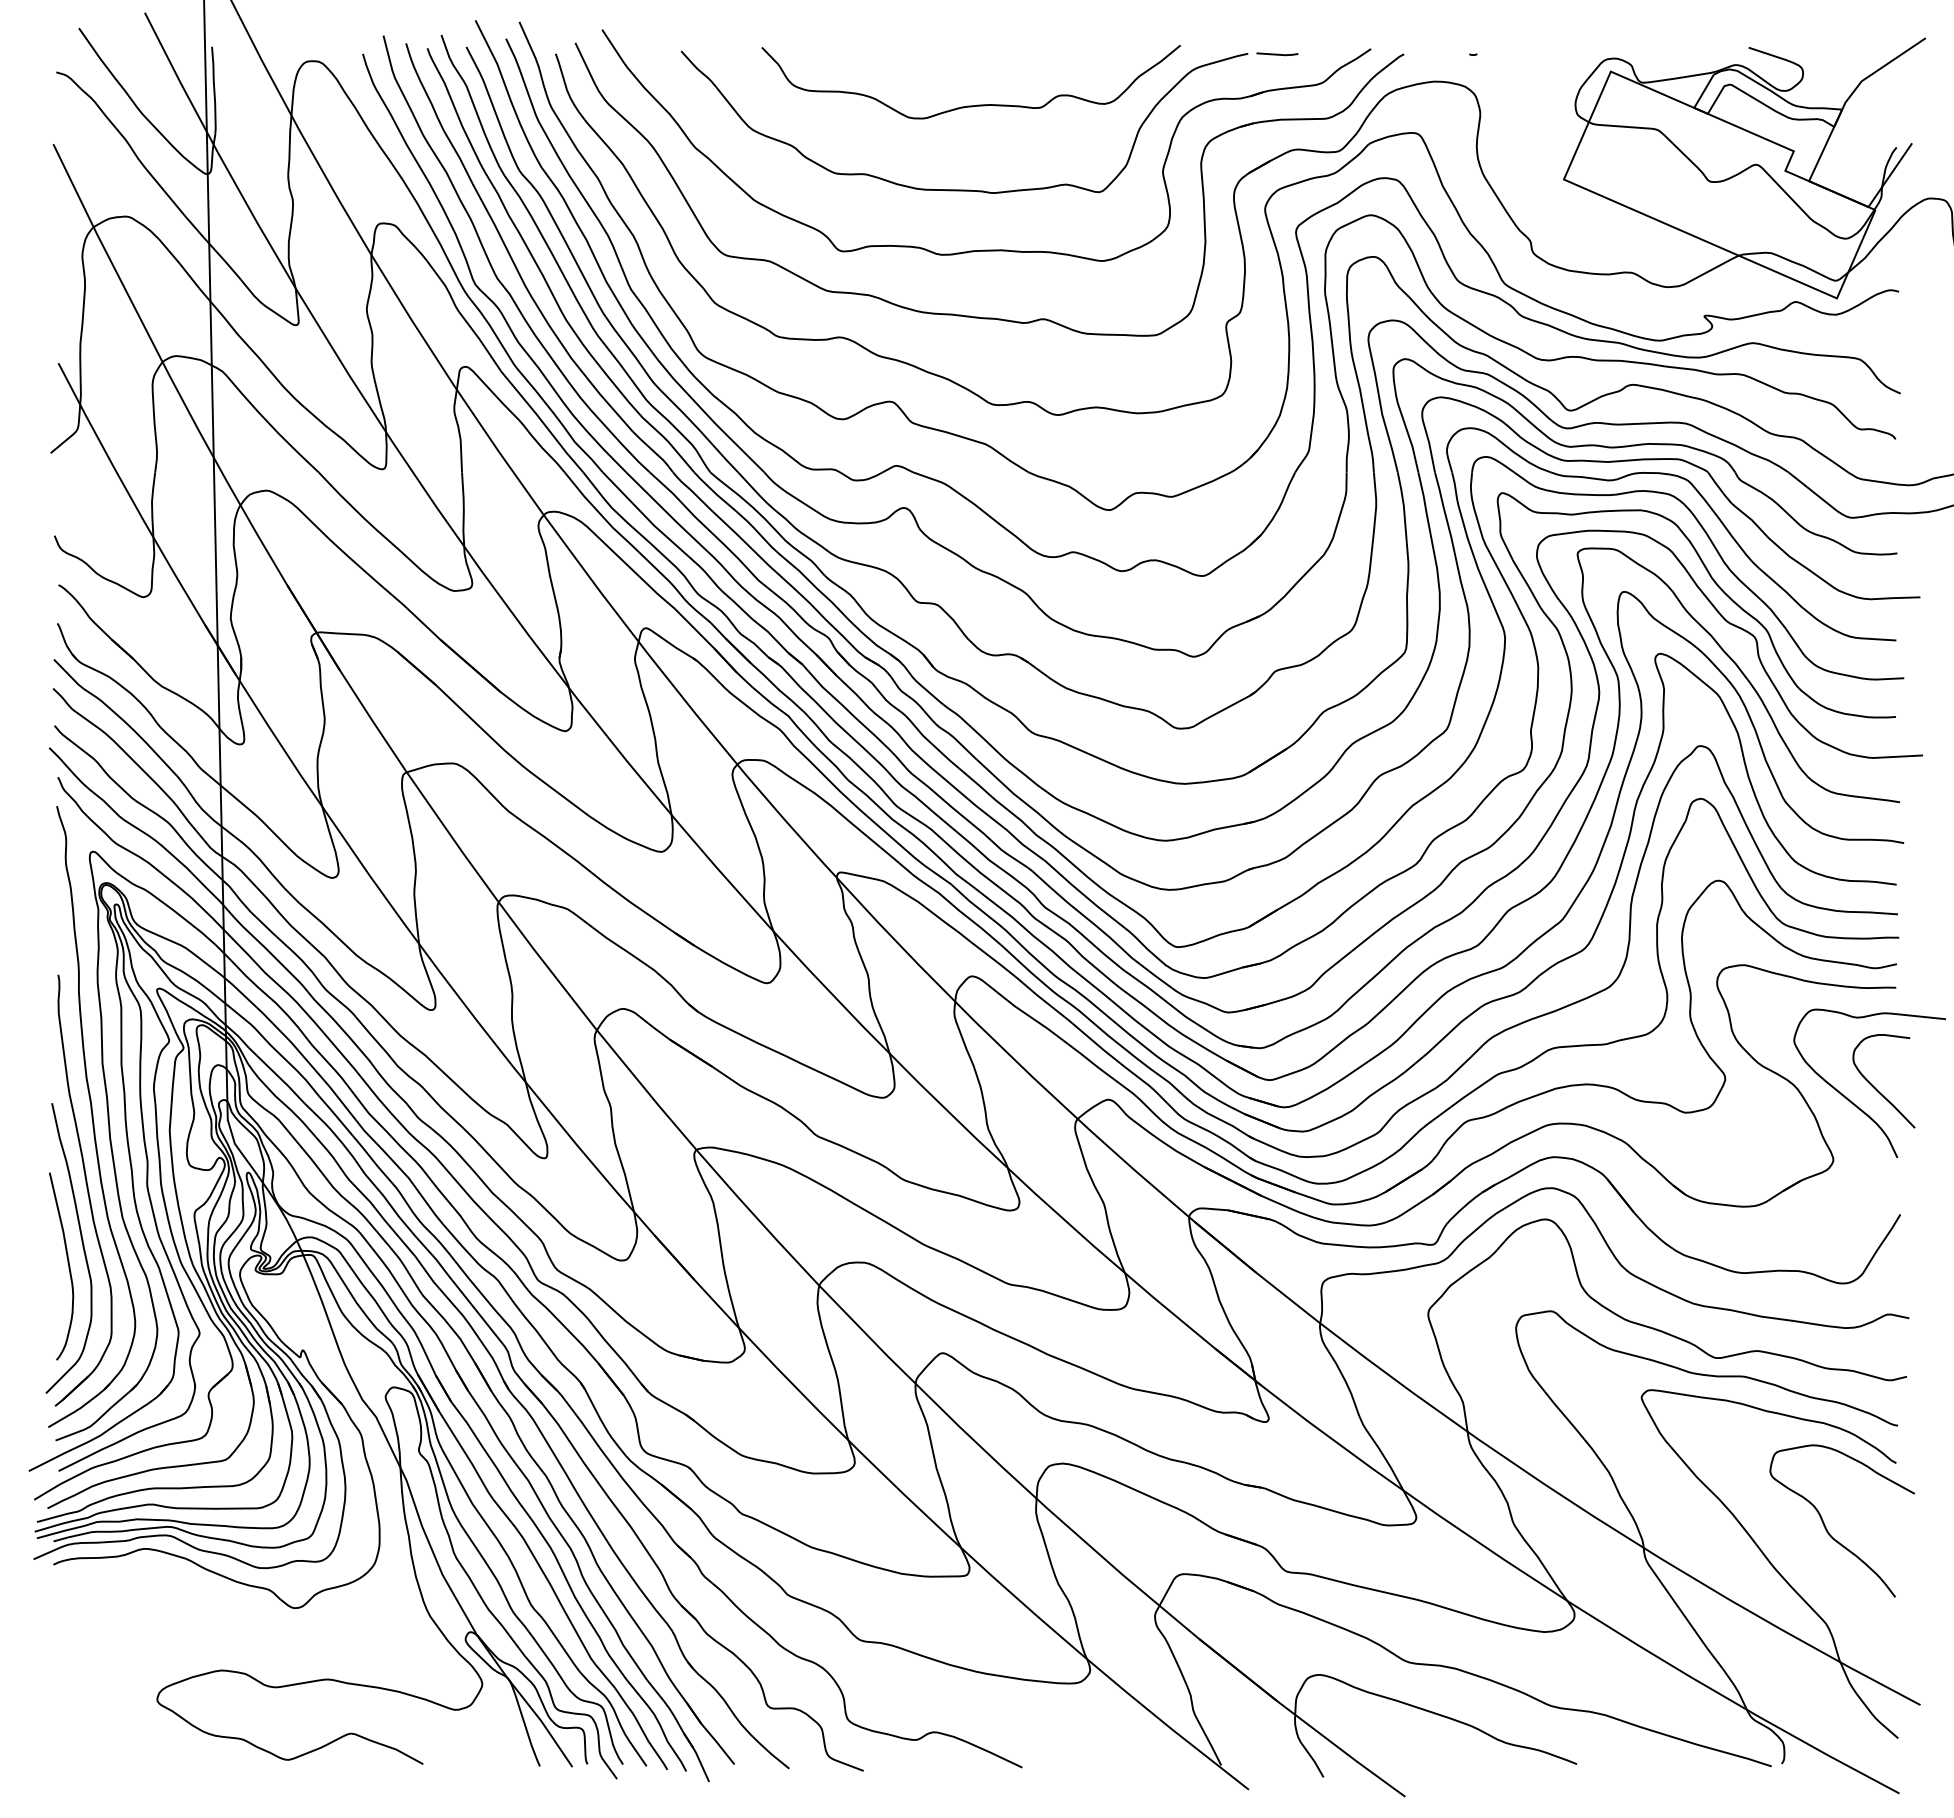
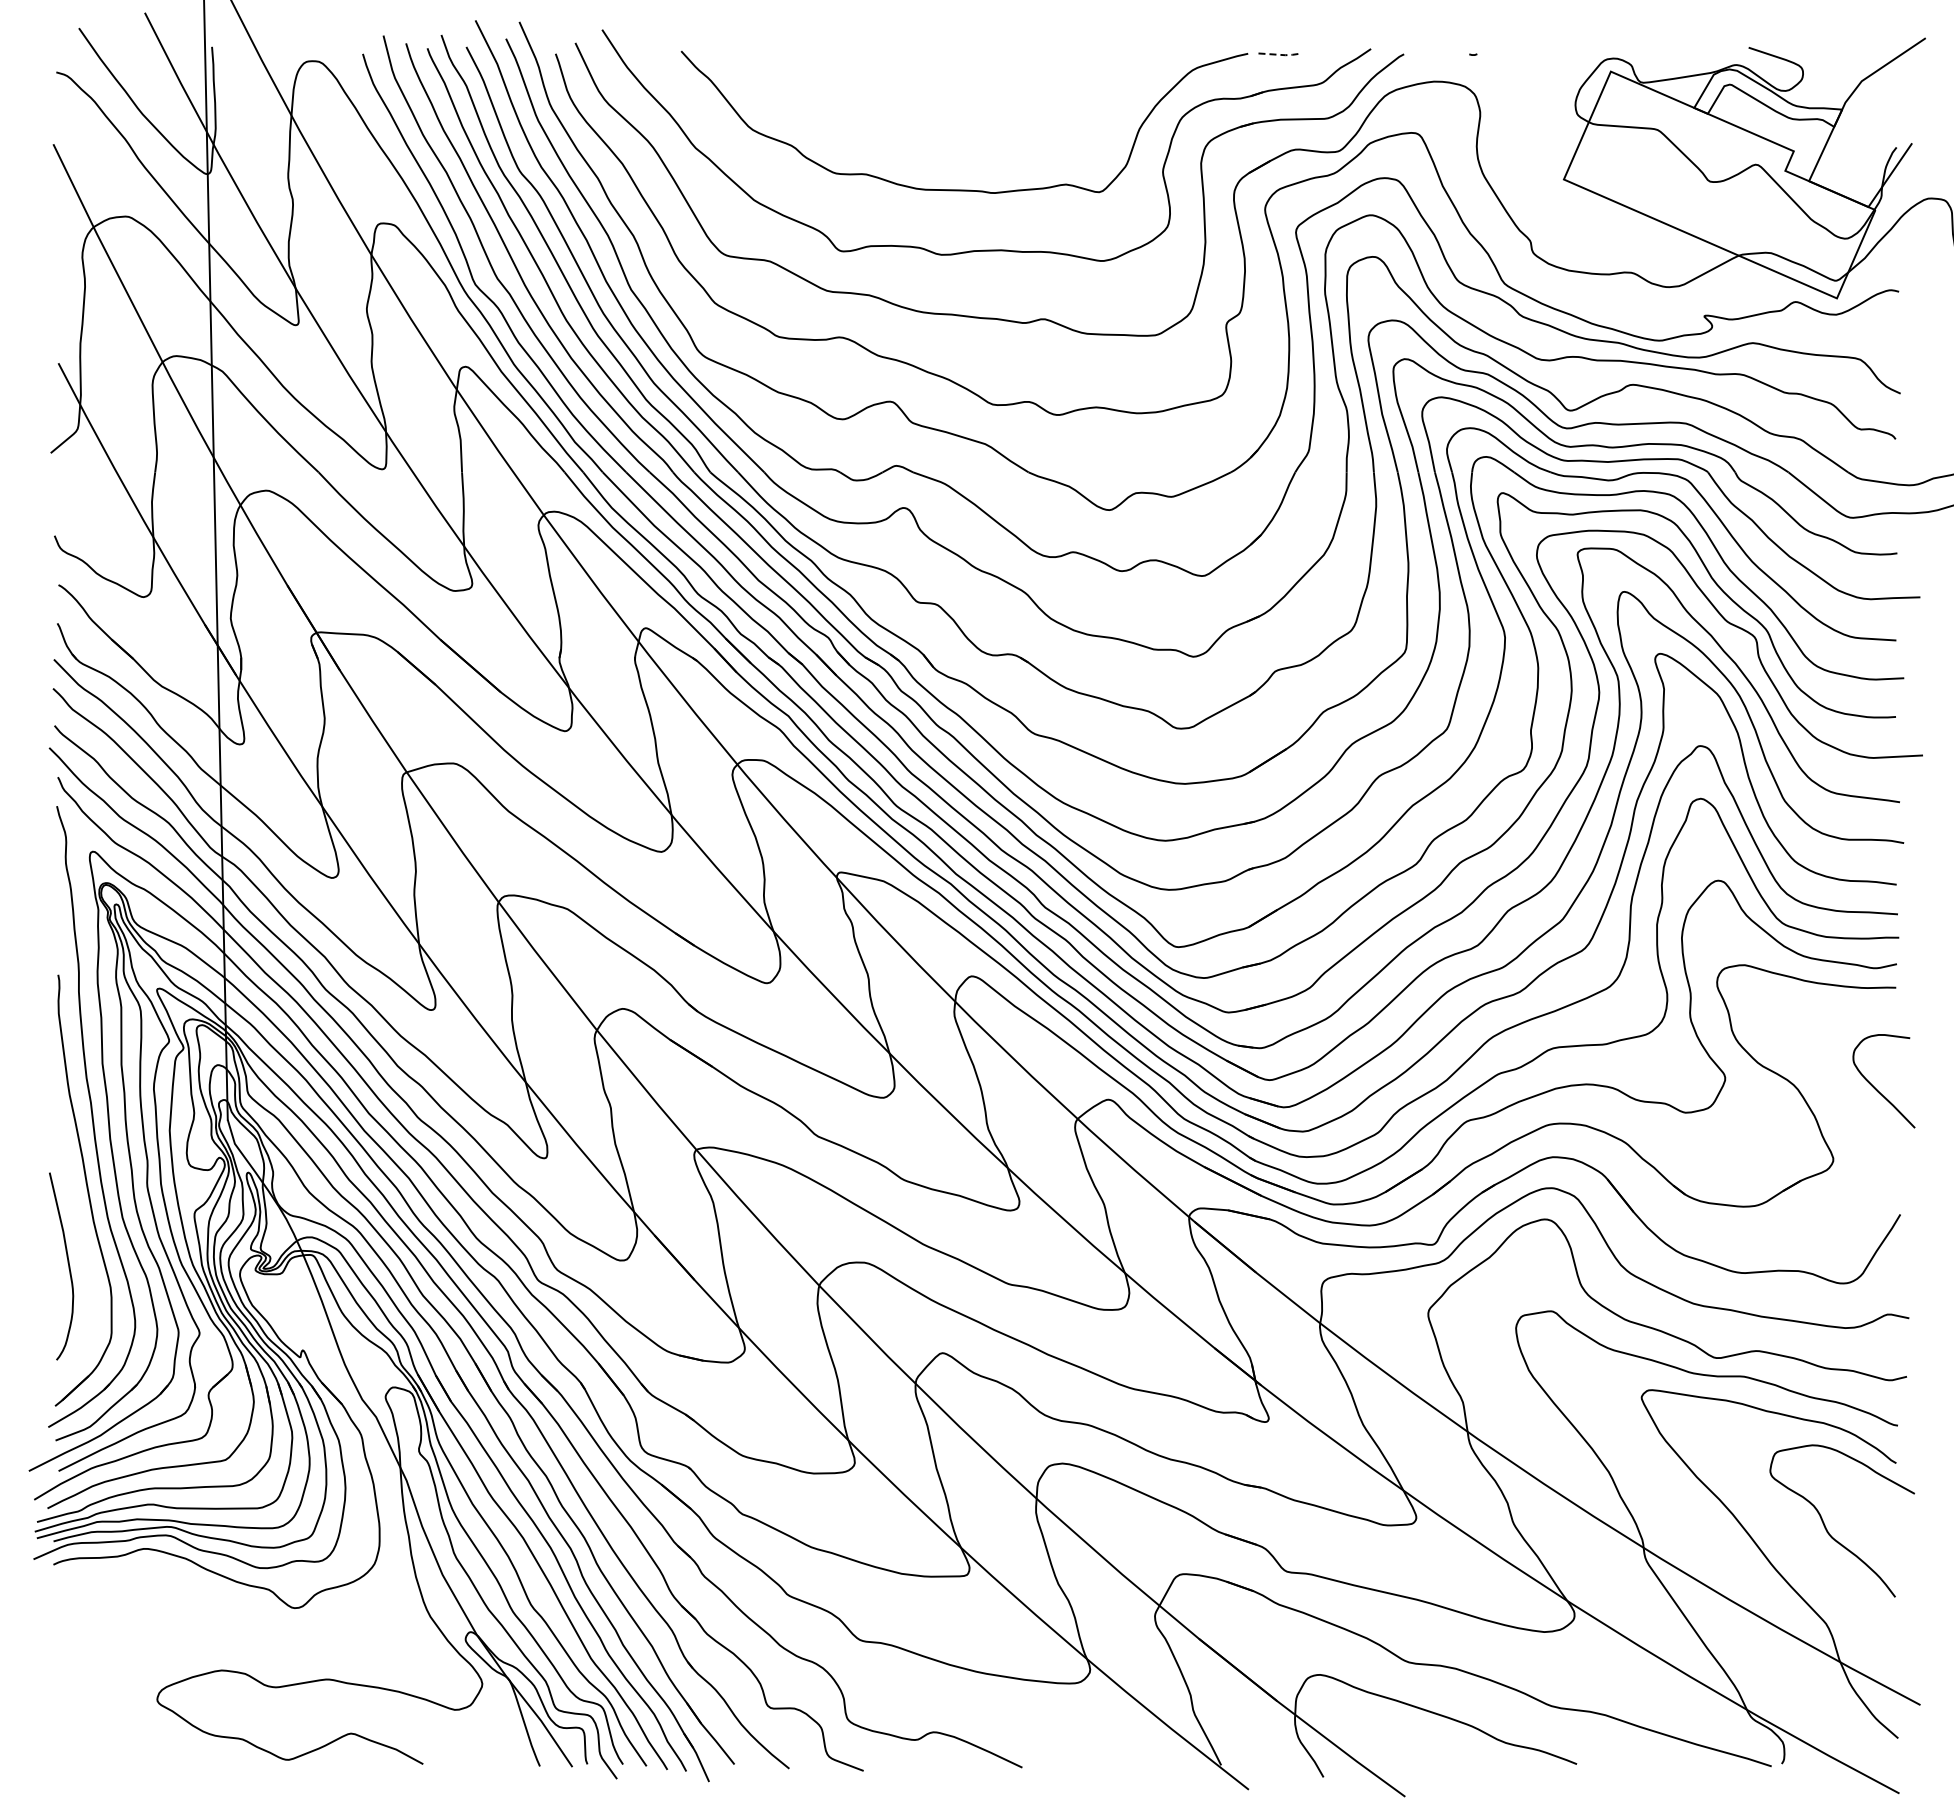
line at (1278, 54): solid -> dashed
curve at (970, 105): present -> none
curve at (1852, 1101): present -> none
curve at (82, 1247): present -> none
